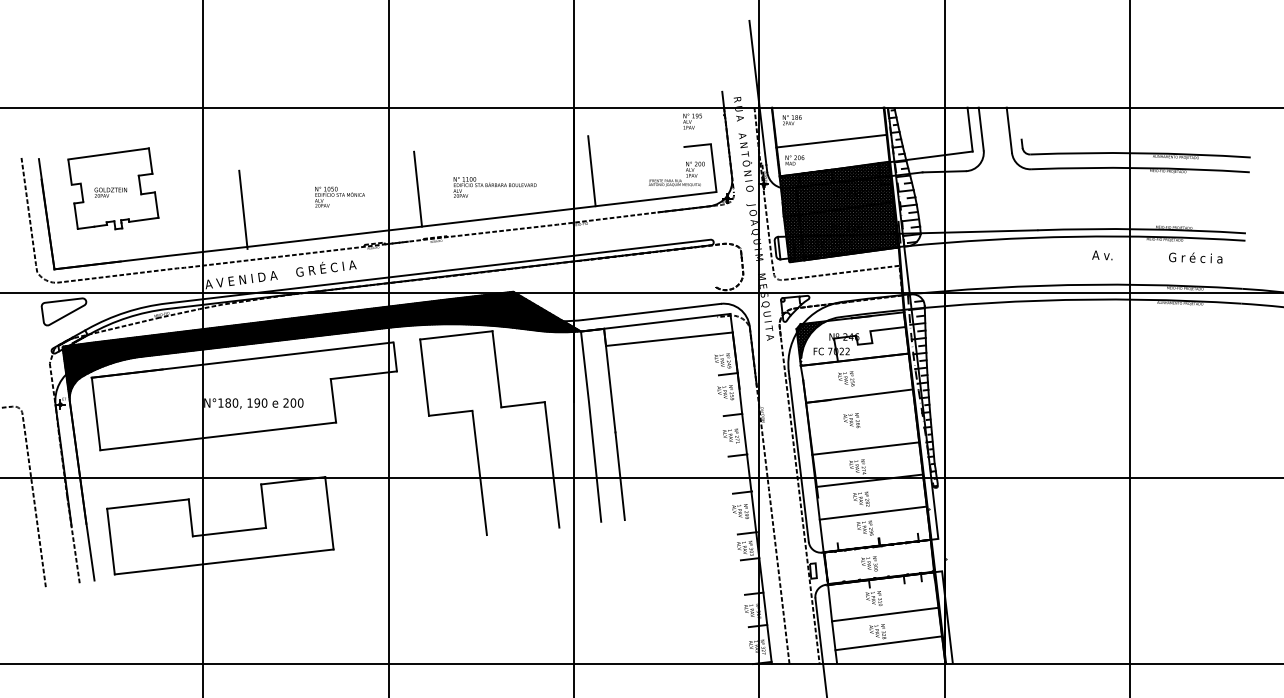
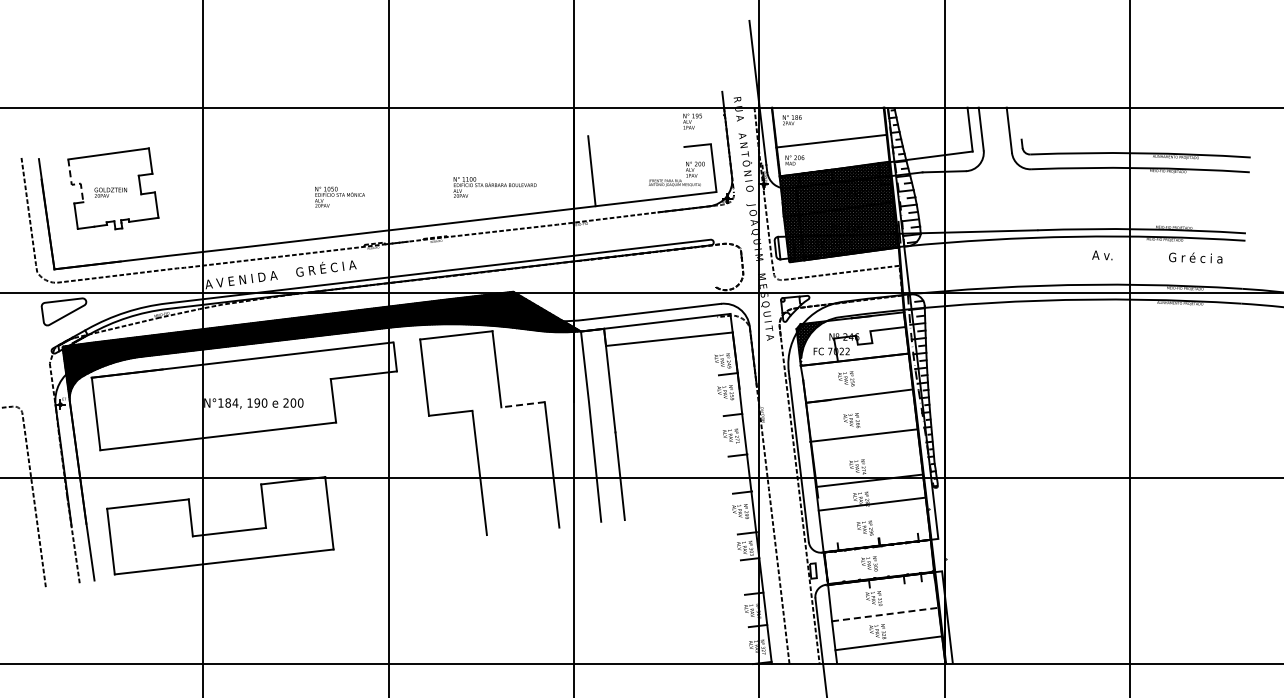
line at (73, 184): solid -> dashed
line at (418, 188): present -> none
line at (243, 209): present -> none
text at (235, 402): N°180, -> N°184,
line at (523, 404): solid -> dashed
line at (865, 448) position: (865, 448) -> (863, 435)
line at (872, 512) position: (872, 512) -> (871, 503)
line at (885, 614): solid -> dashed
